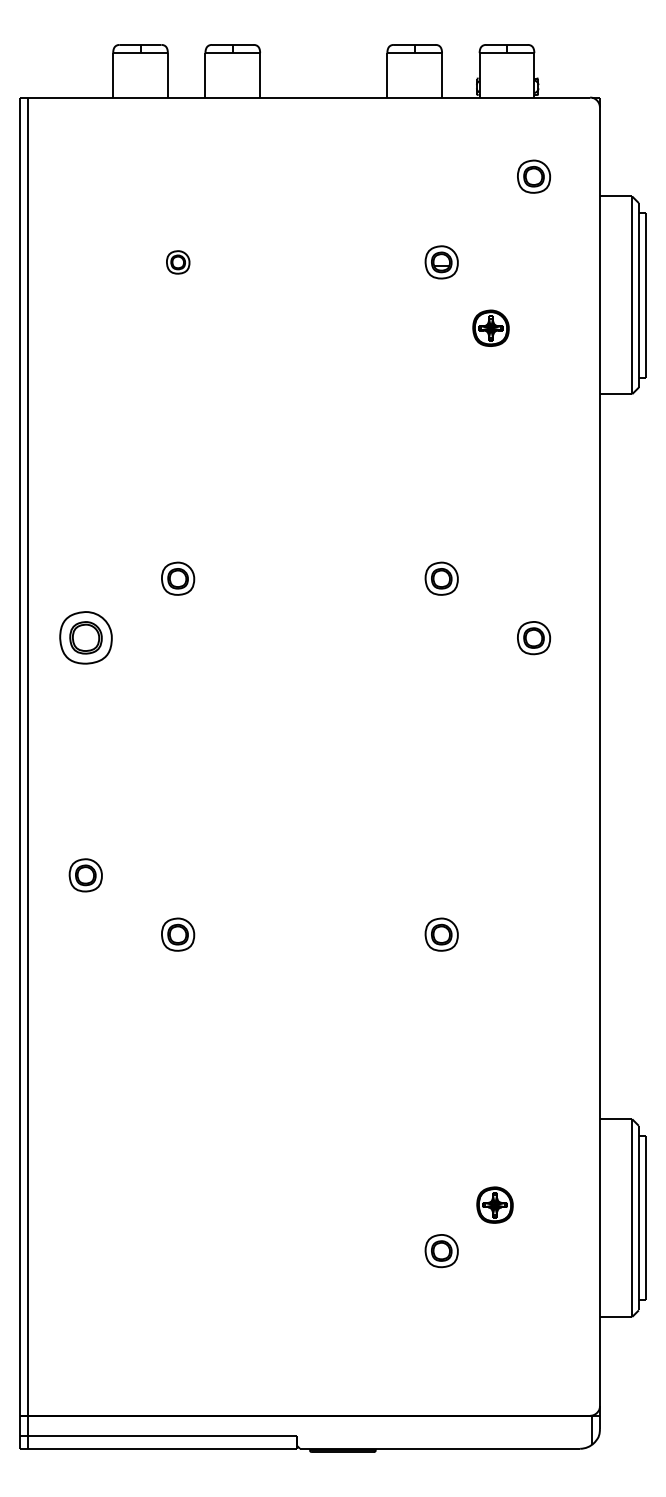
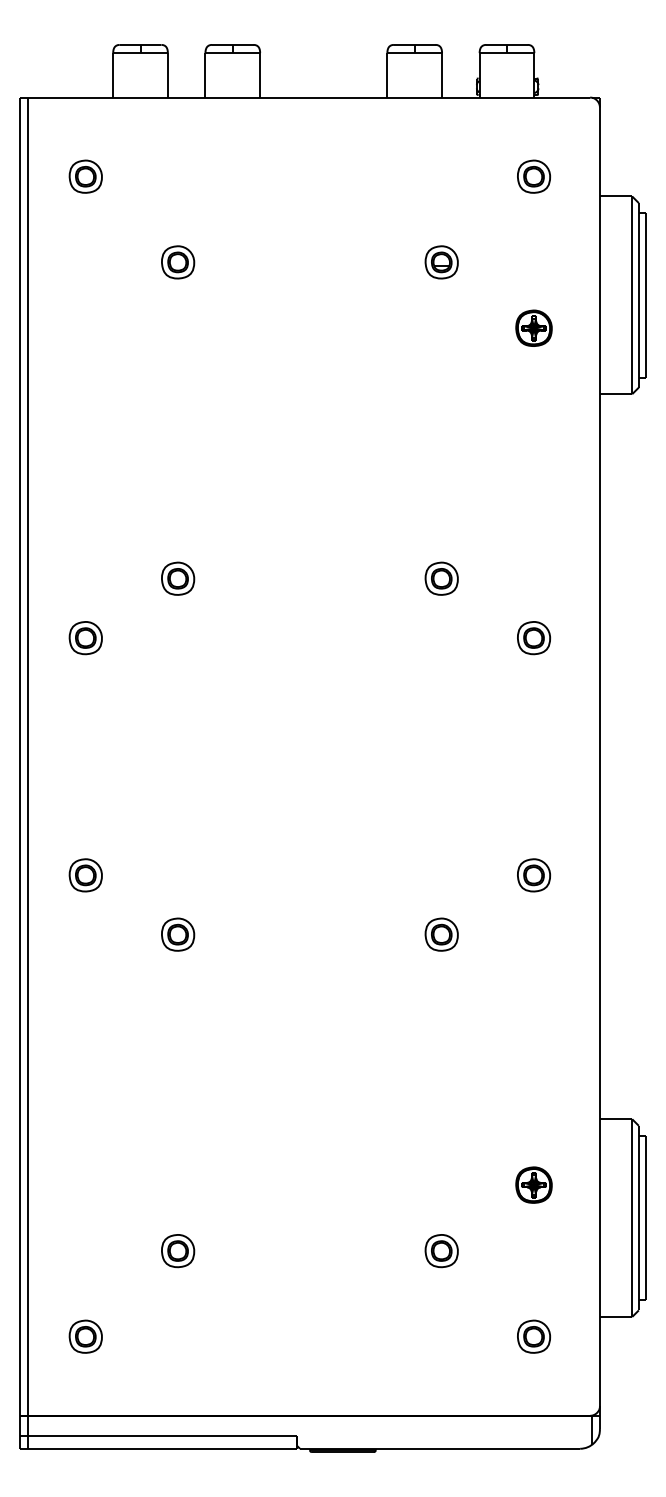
part at (85, 176): none -> present
part at (178, 262) size: 25x25 px -> 35x35 px
part at (490, 327) position: (490, 327) -> (533, 327)
part at (85, 637) size: 54x54 px -> 35x35 px
part at (534, 875): none -> present
part at (494, 1204) position: (494, 1204) -> (533, 1184)
part at (178, 1251): none -> present
part at (85, 1336): none -> present
part at (534, 1336): none -> present
